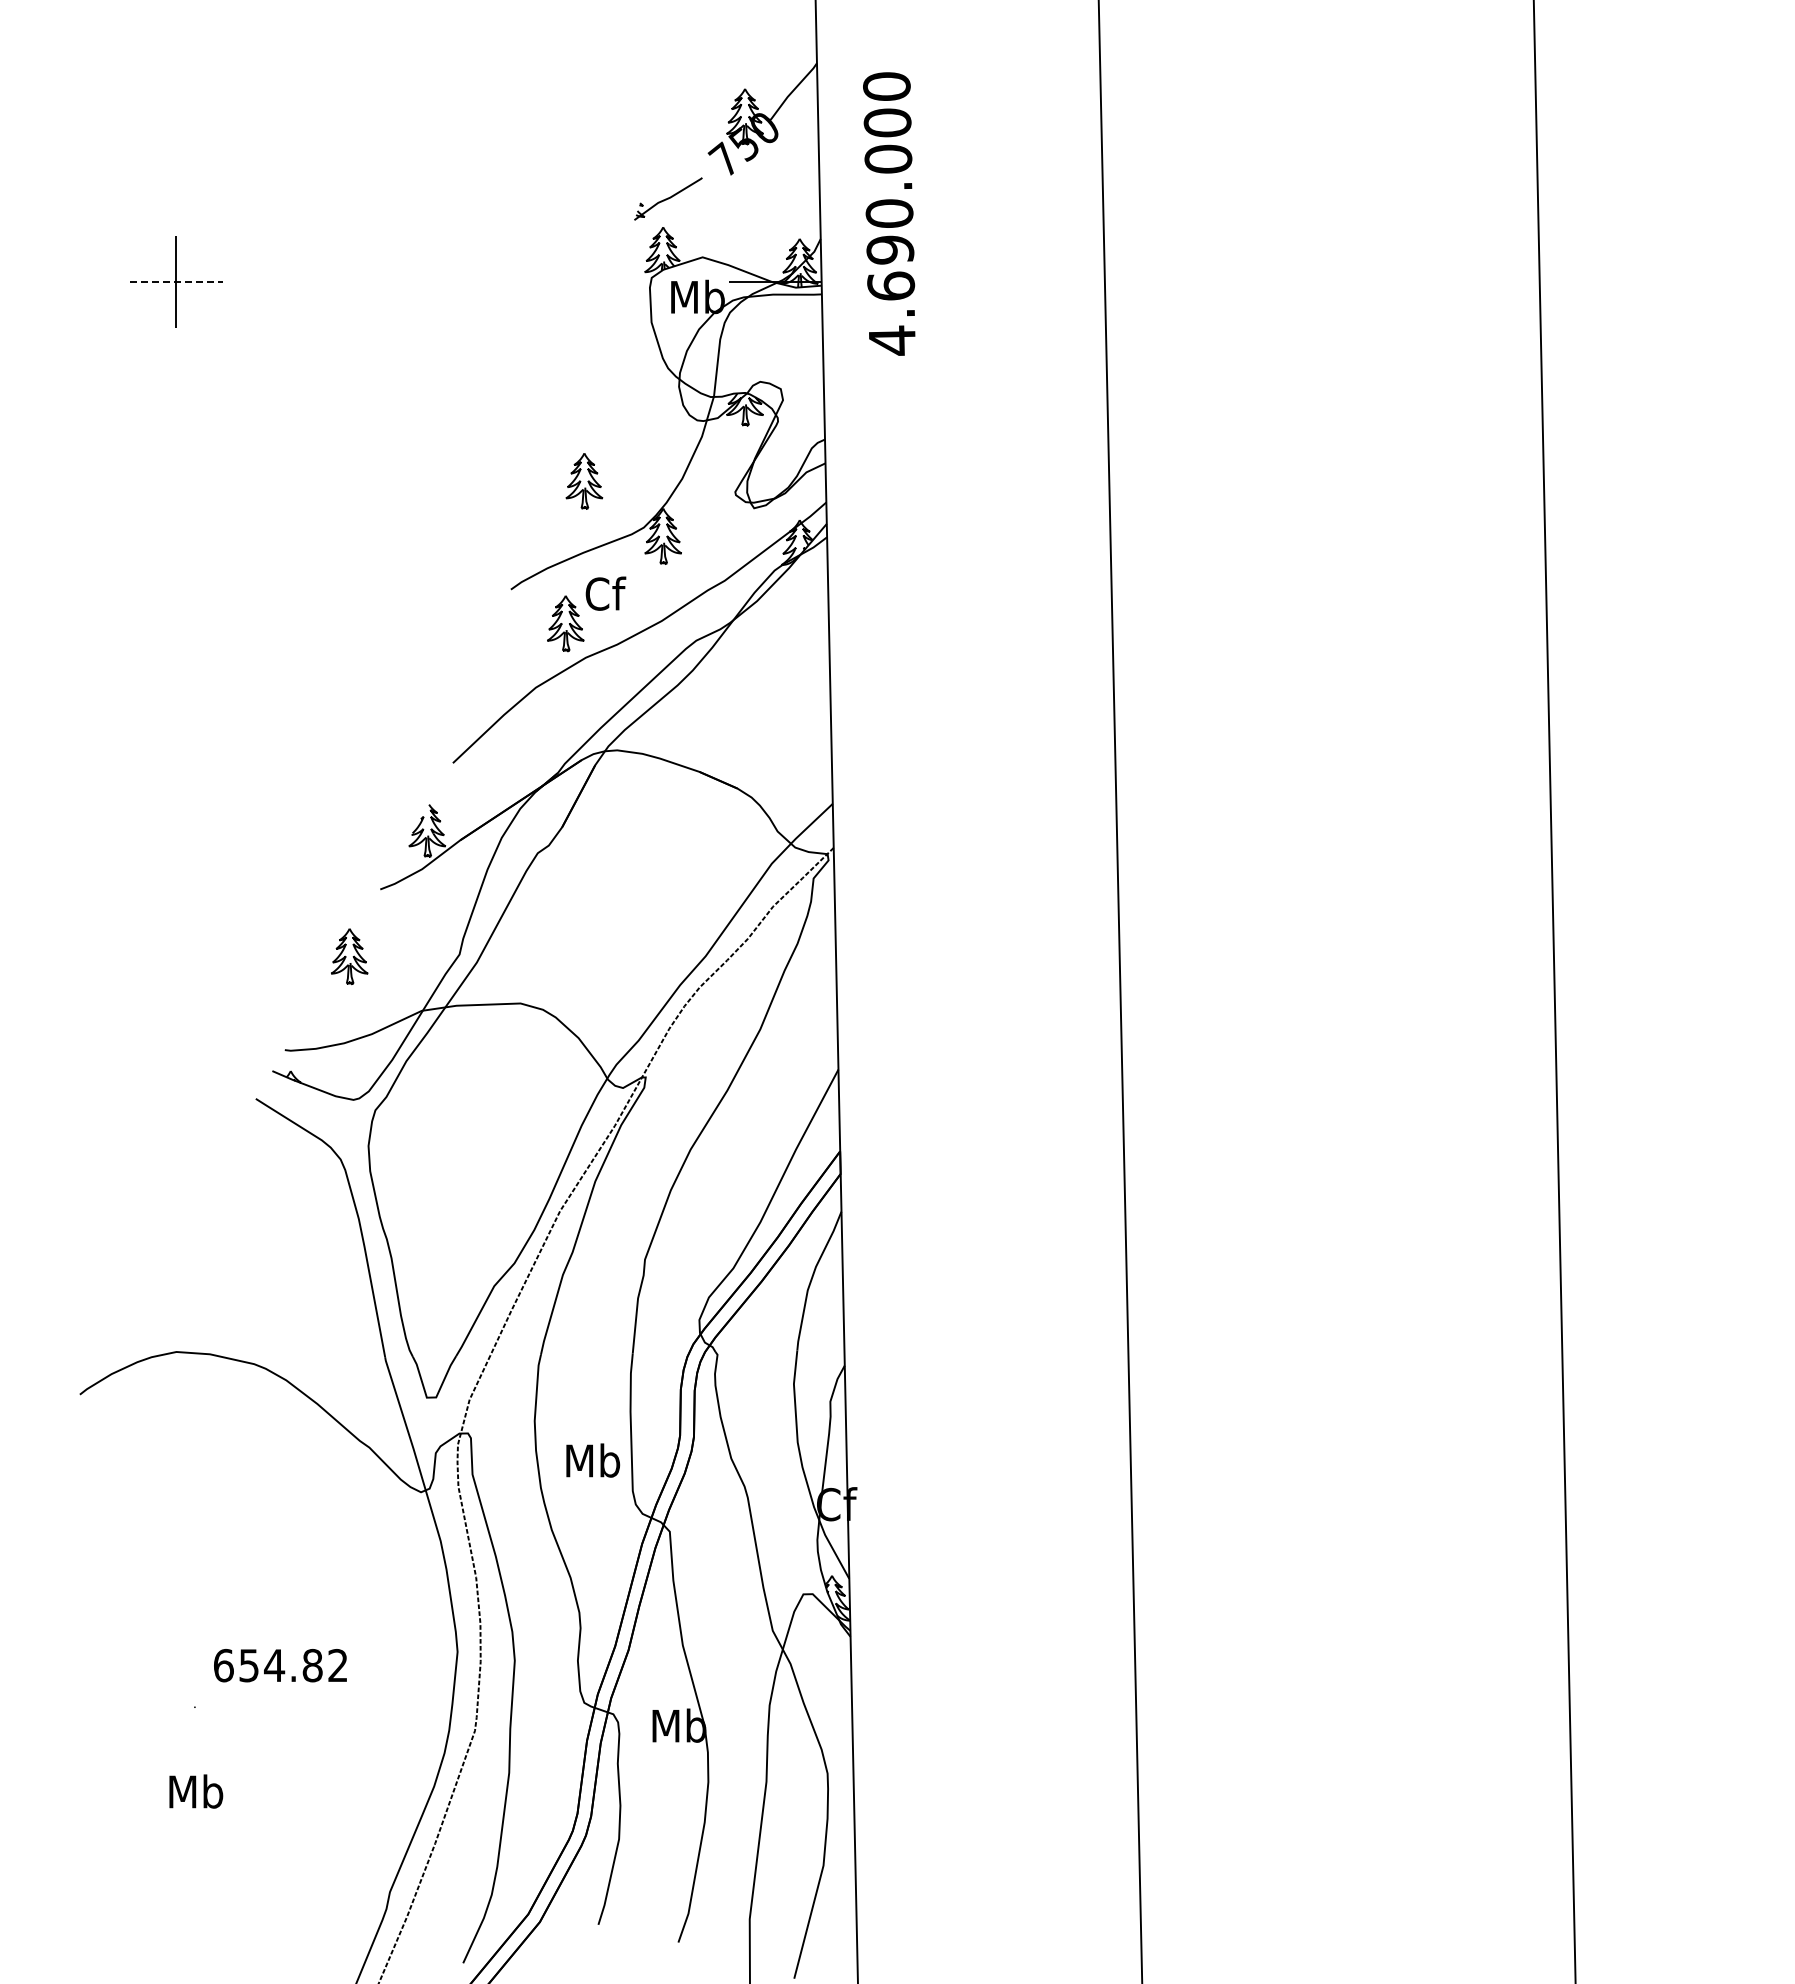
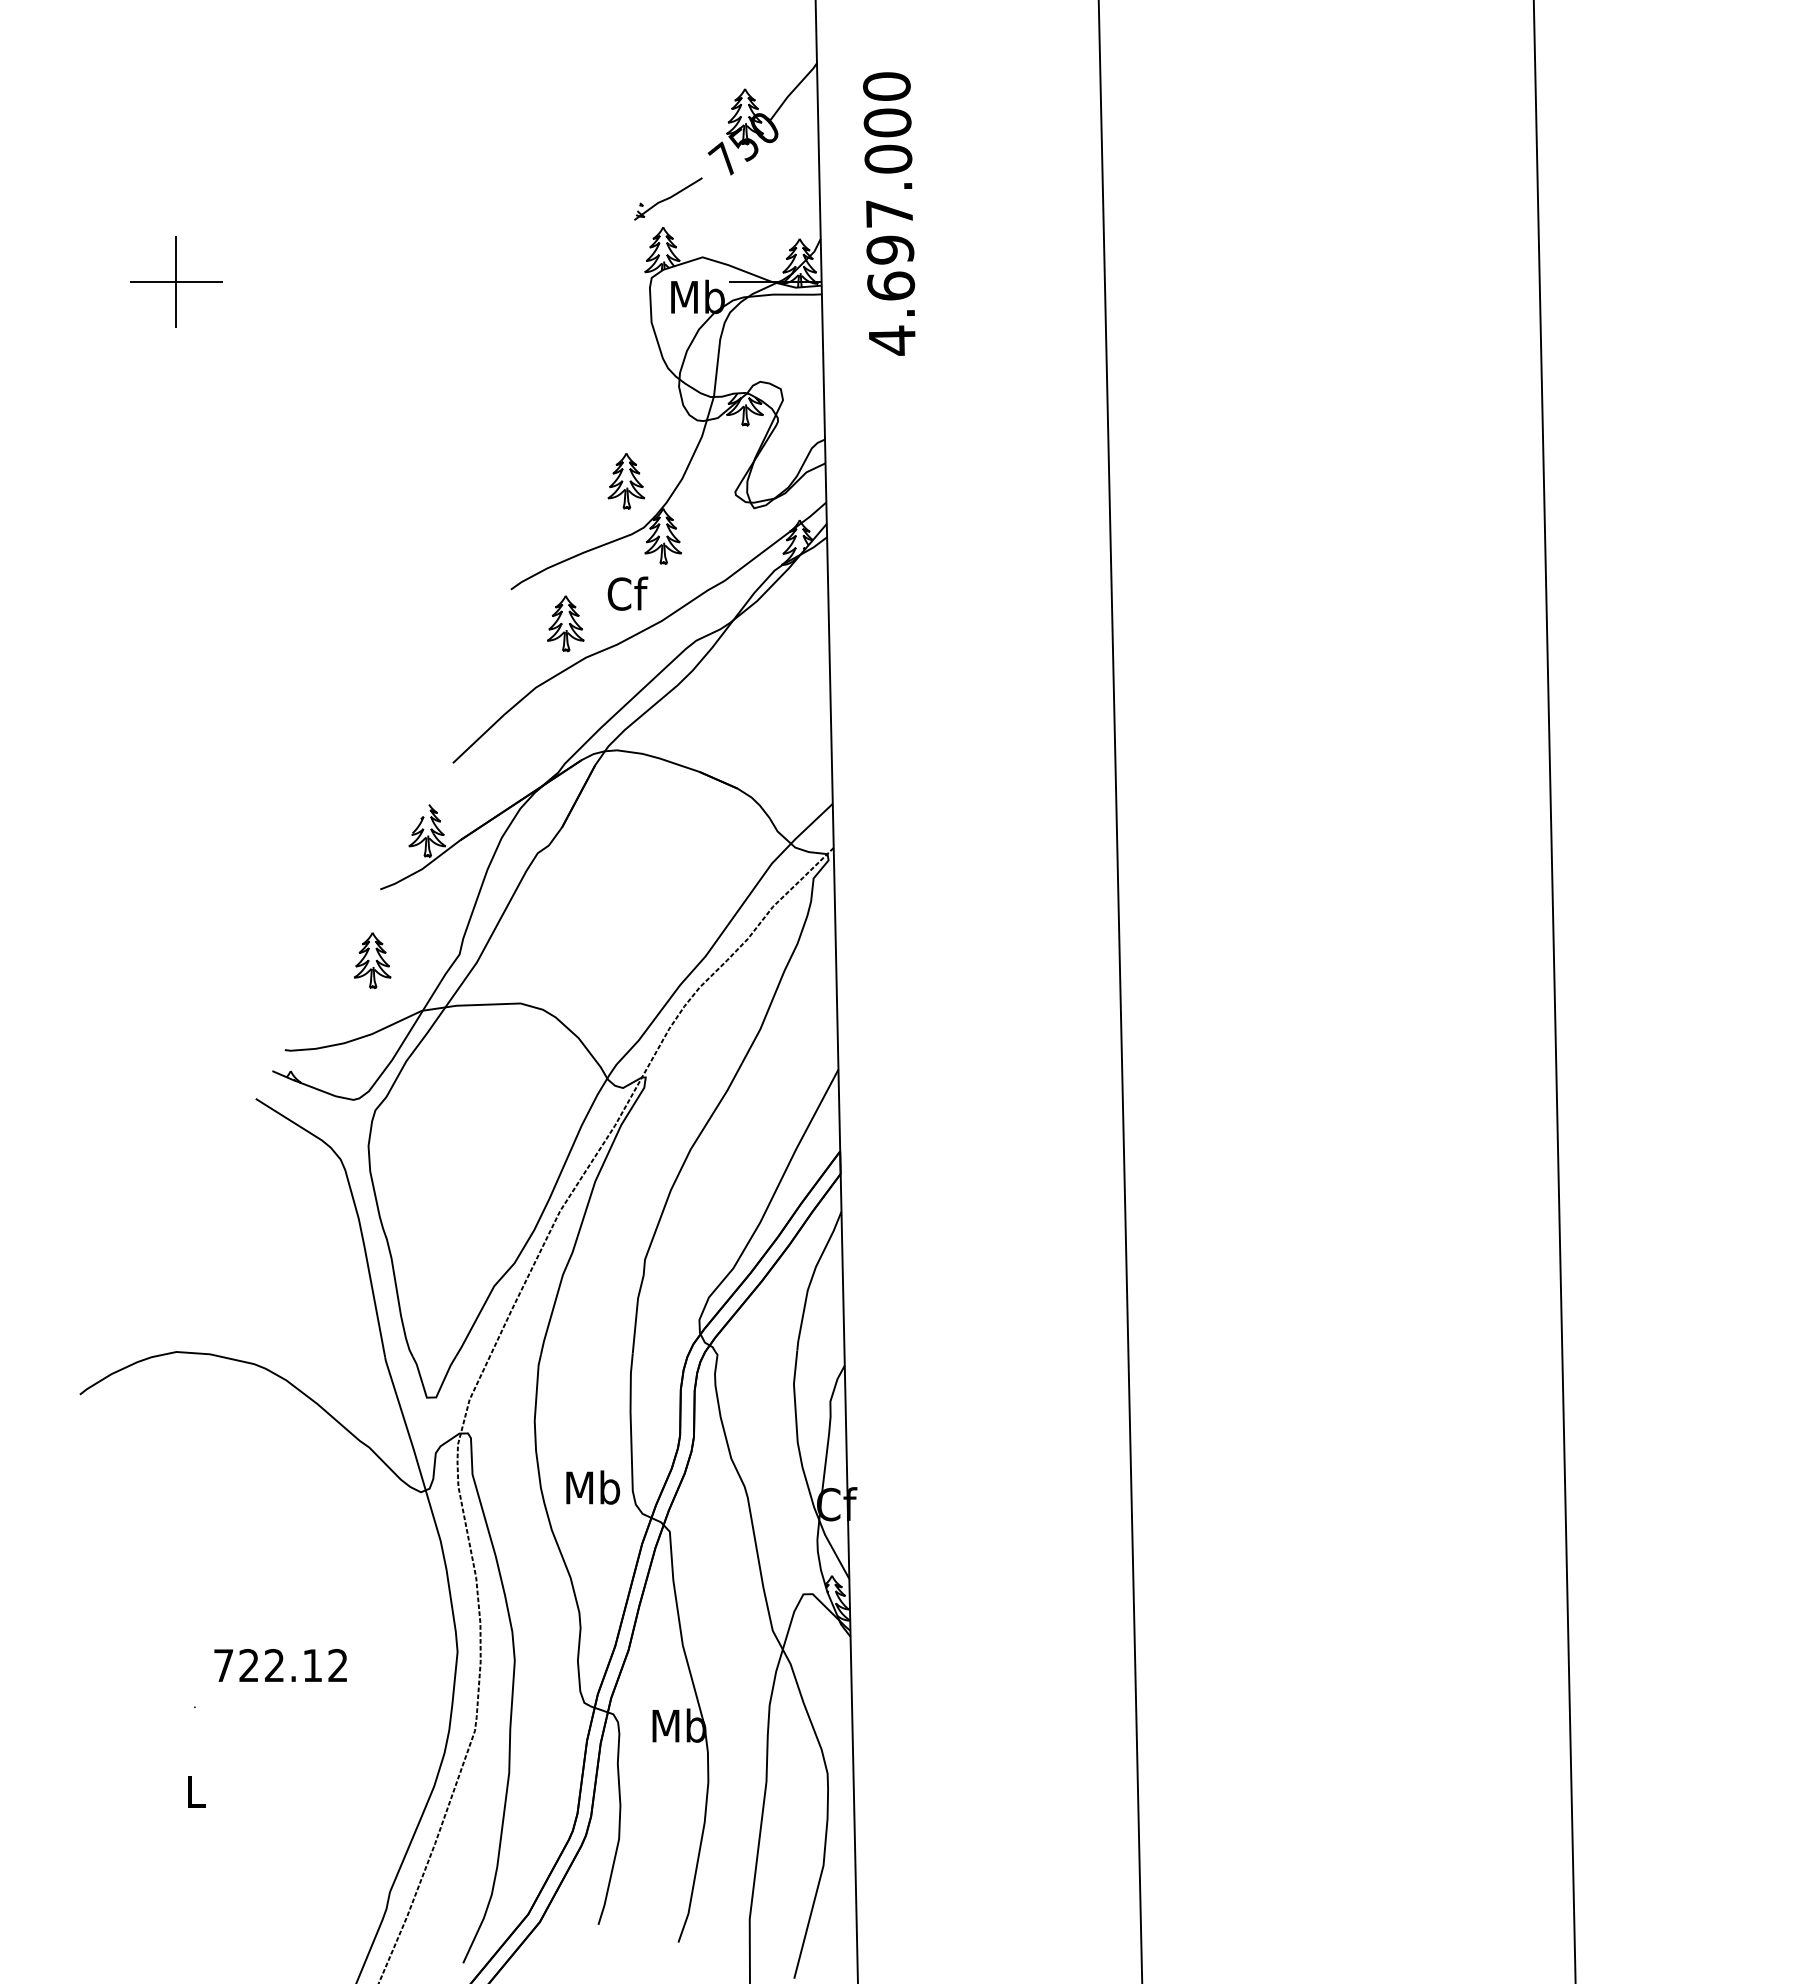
text at (889, 213): 4.690.000 -> 4.697.000
line at (176, 282): dashed -> solid
part at (584, 481) position: (584, 481) -> (626, 481)
text at (605, 593) position: (605, 593) -> (627, 593)
part at (349, 956) position: (349, 956) -> (372, 960)
text at (593, 1460) position: (593, 1460) -> (593, 1487)
text at (268, 1665): 654.82 -> 722.12
text at (196, 1791): Mb -> L
